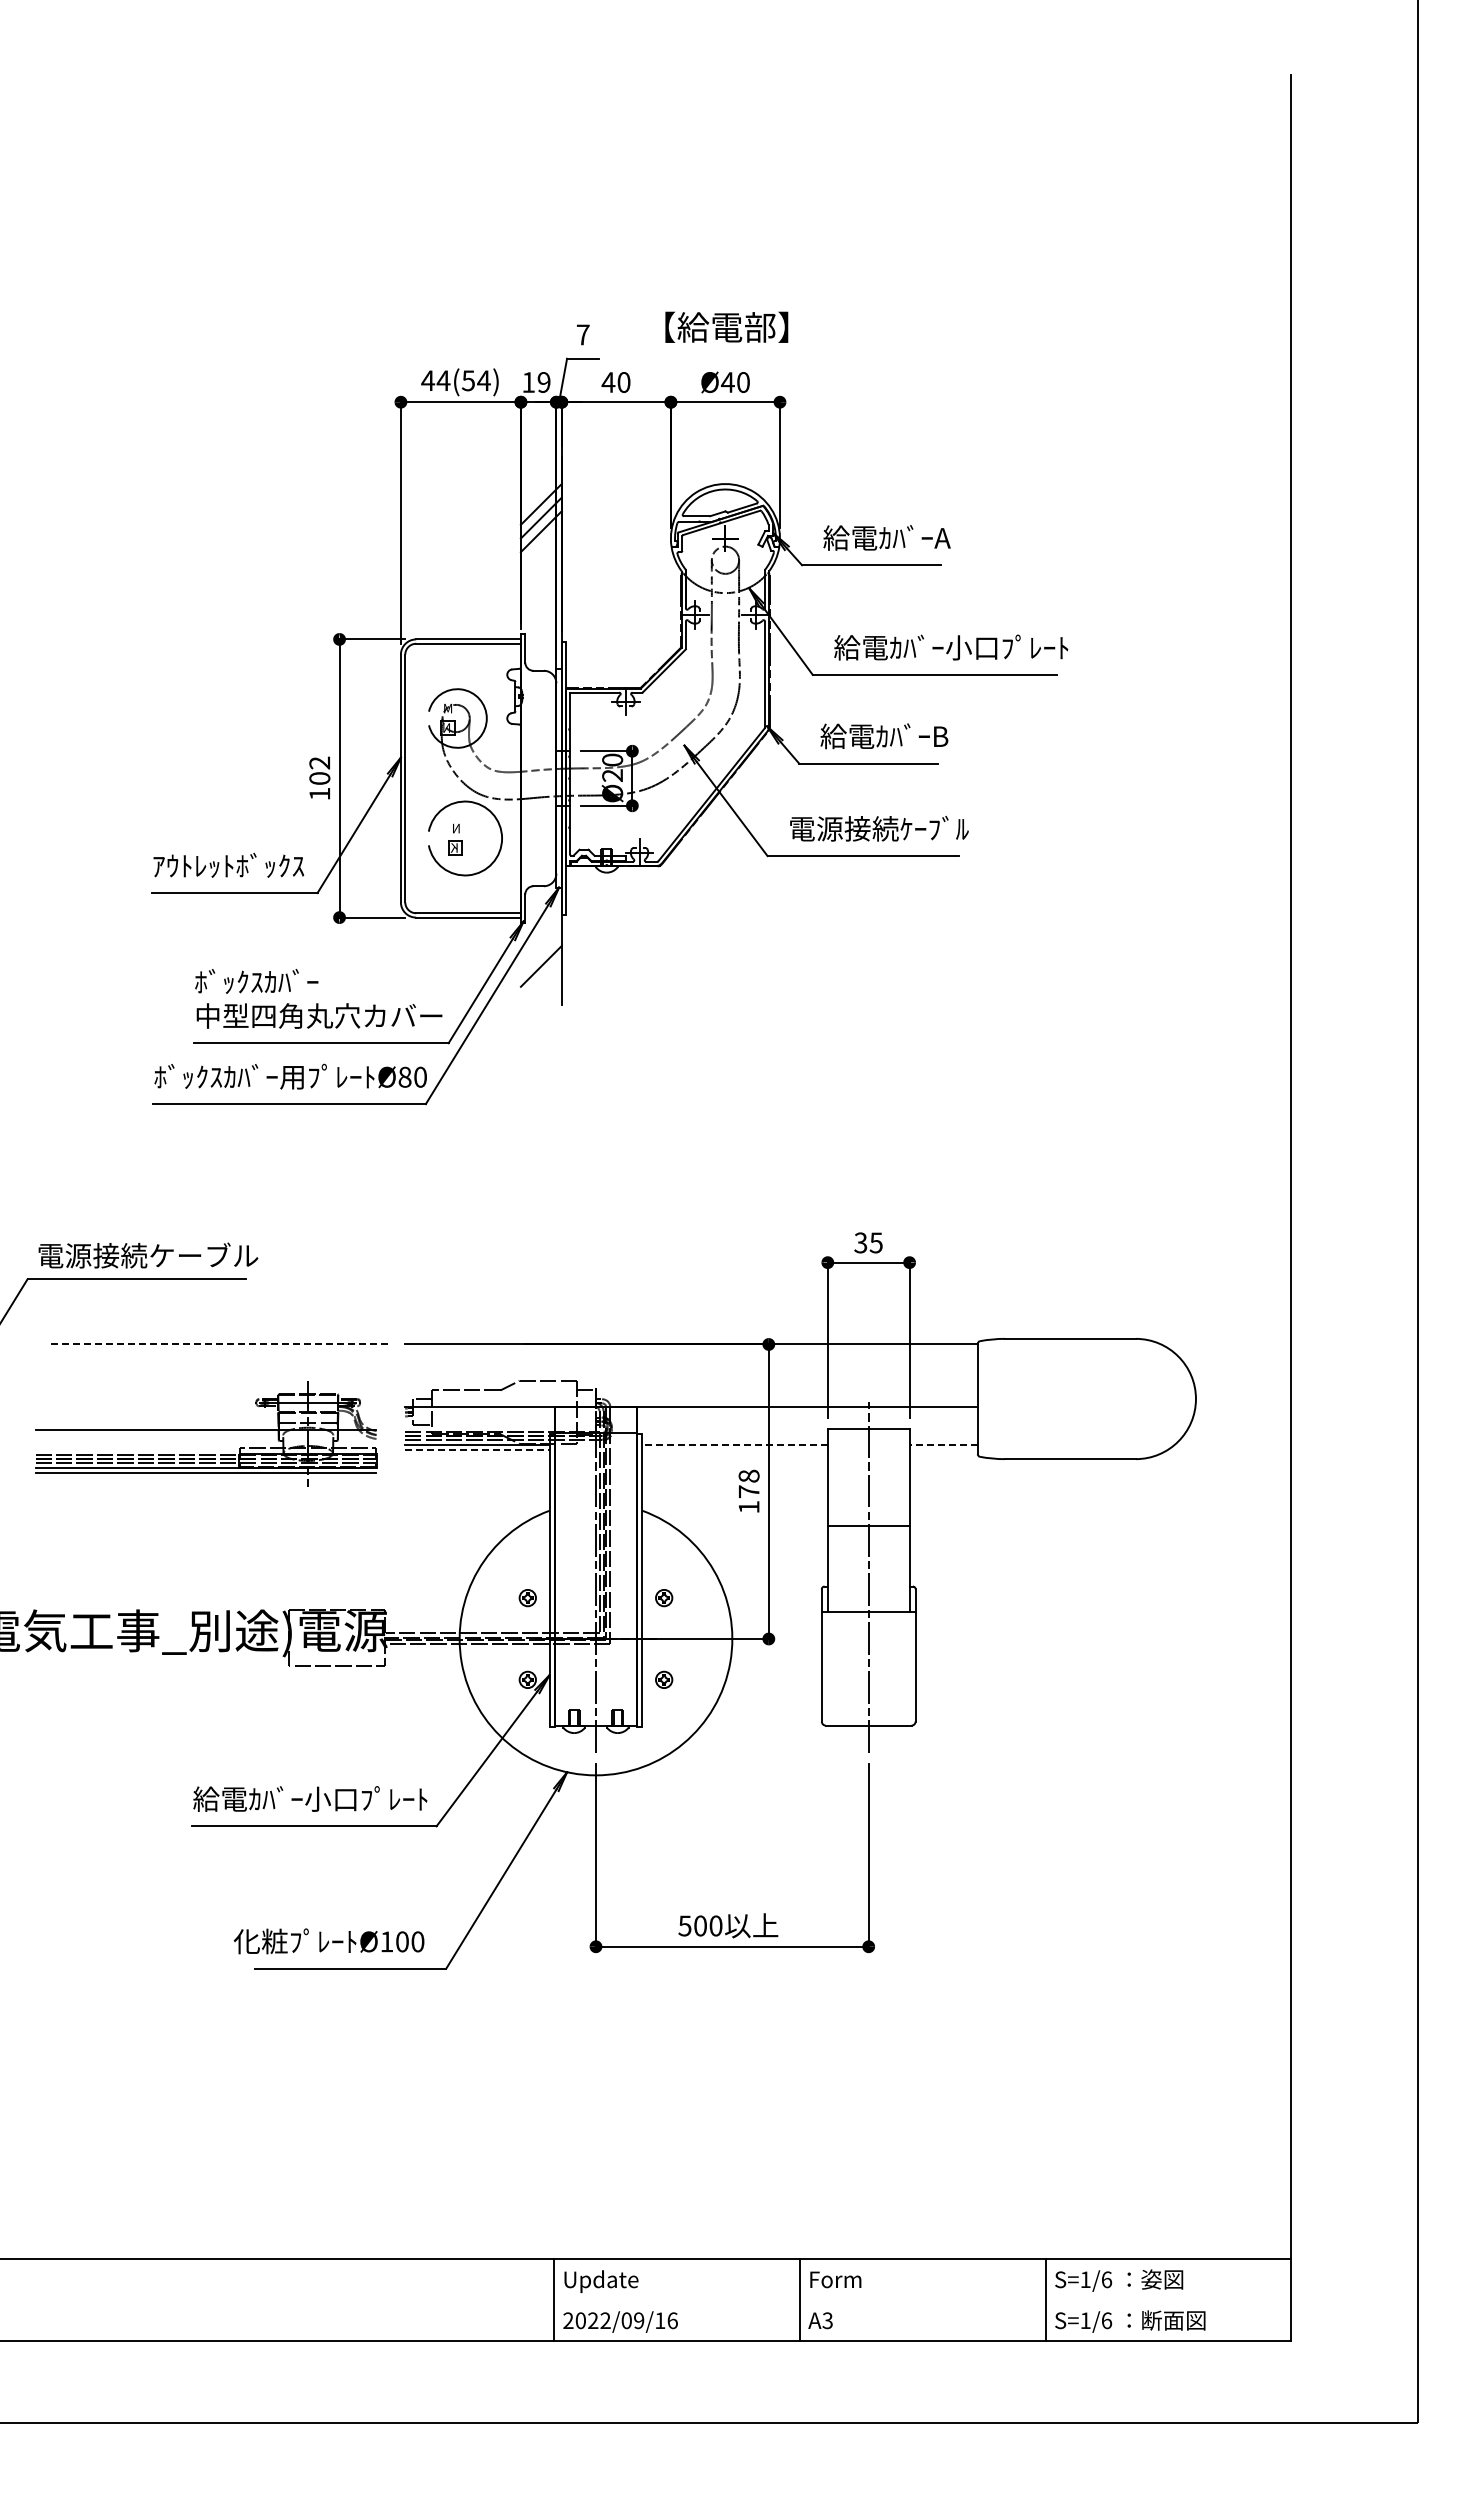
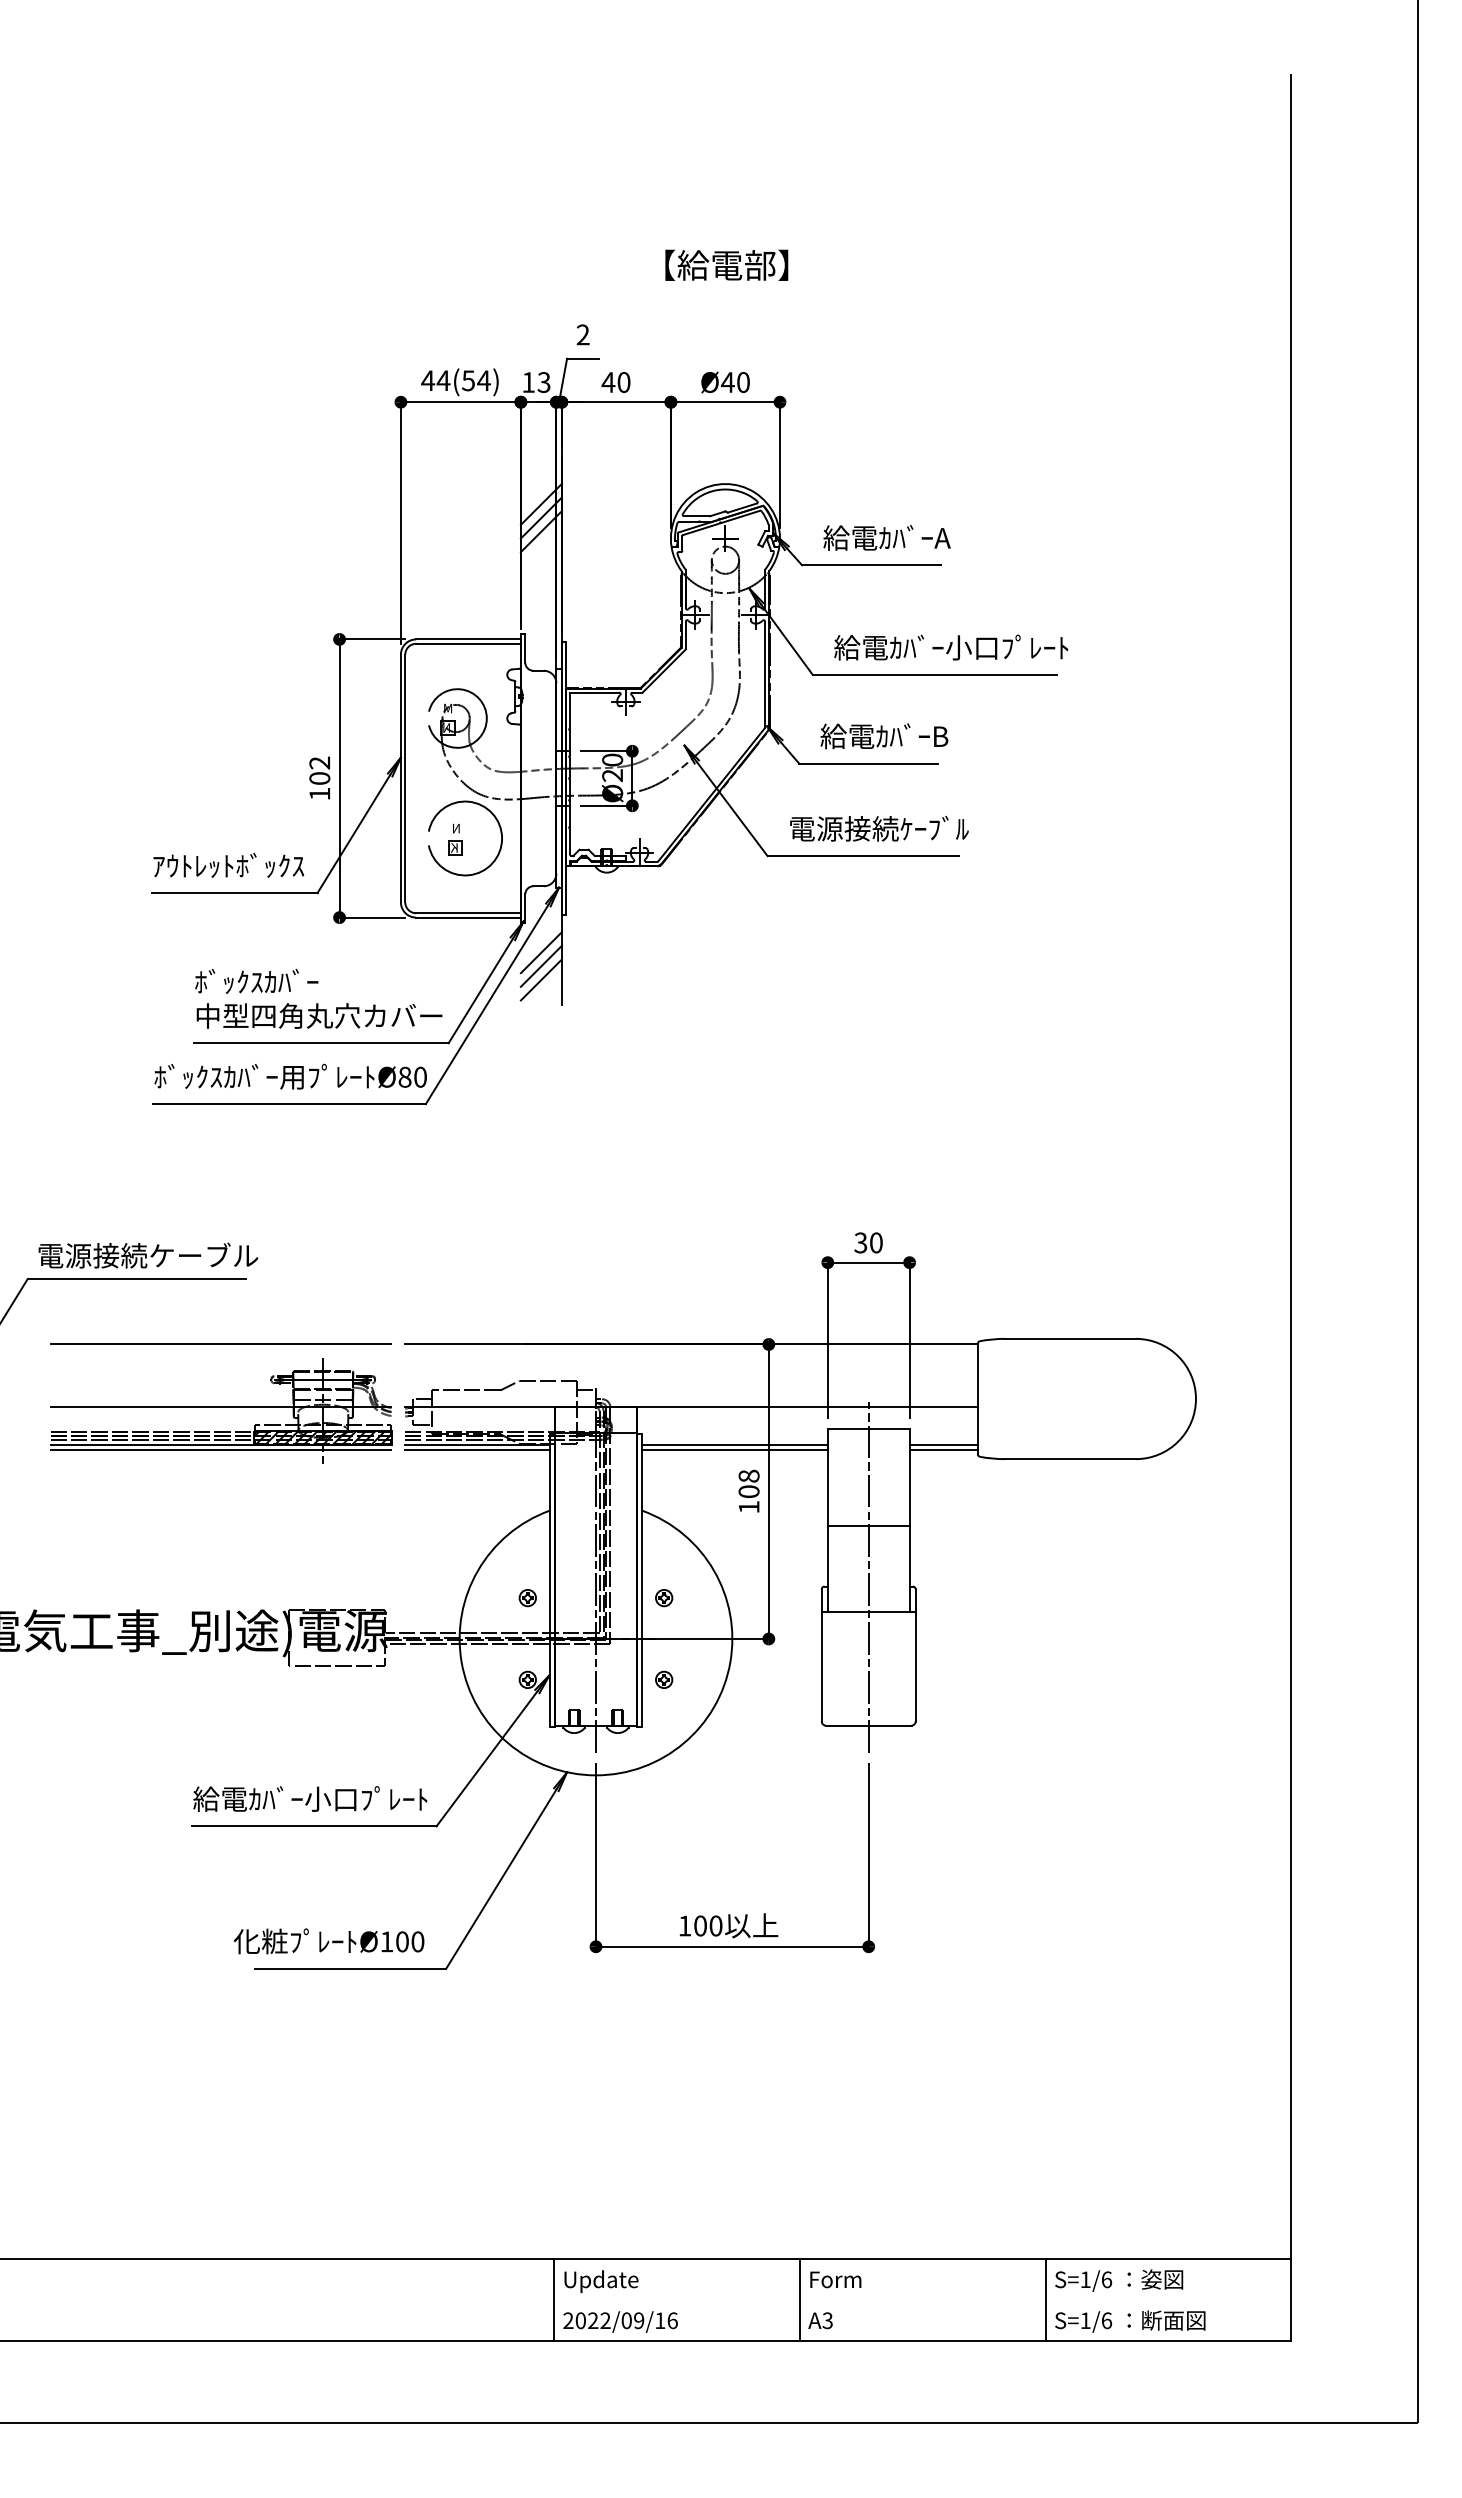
text at (726, 326) position: (726, 326) -> (726, 264)
text at (582, 334): 7 -> 2
text at (543, 382): 19 -> 13
line at (540, 952): none -> present
line at (540, 979): none -> present
text at (875, 1242): 35 -> 30
line at (221, 1344): dashed -> solid
part at (206, 1433) position: (206, 1433) -> (221, 1410)
line at (735, 1444): dashed -> solid
line at (943, 1444): dashed -> solid
line at (477, 1450): dashed -> solid
line at (734, 1450): none -> present
line at (943, 1450): none -> present
text at (748, 1491): 178 -> 108
text at (684, 1925): 500 -> 100
